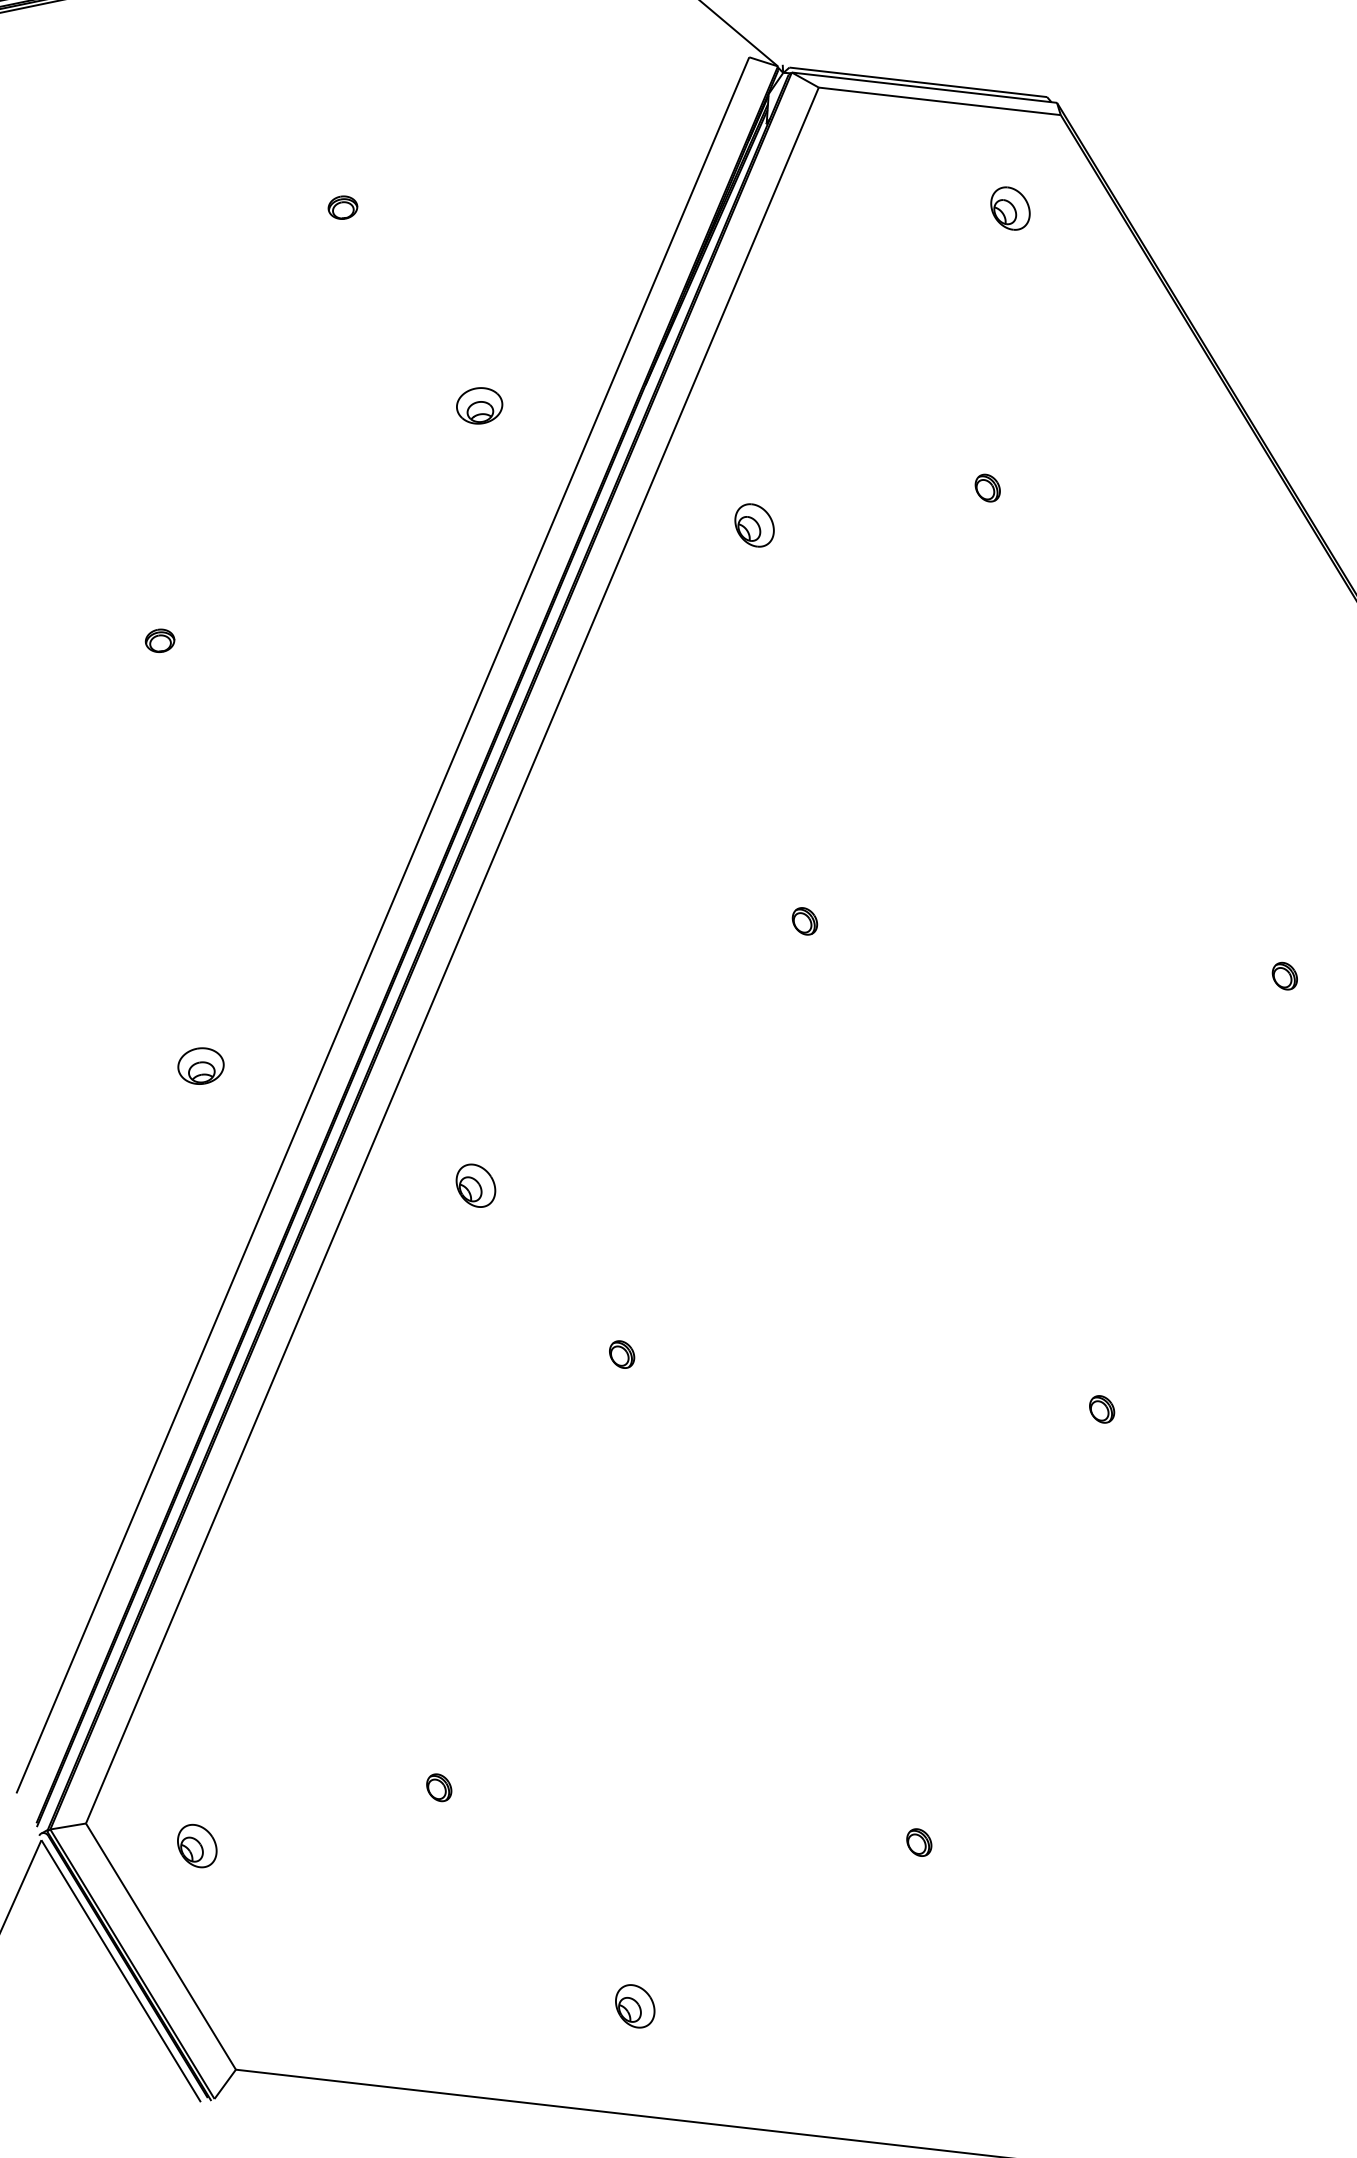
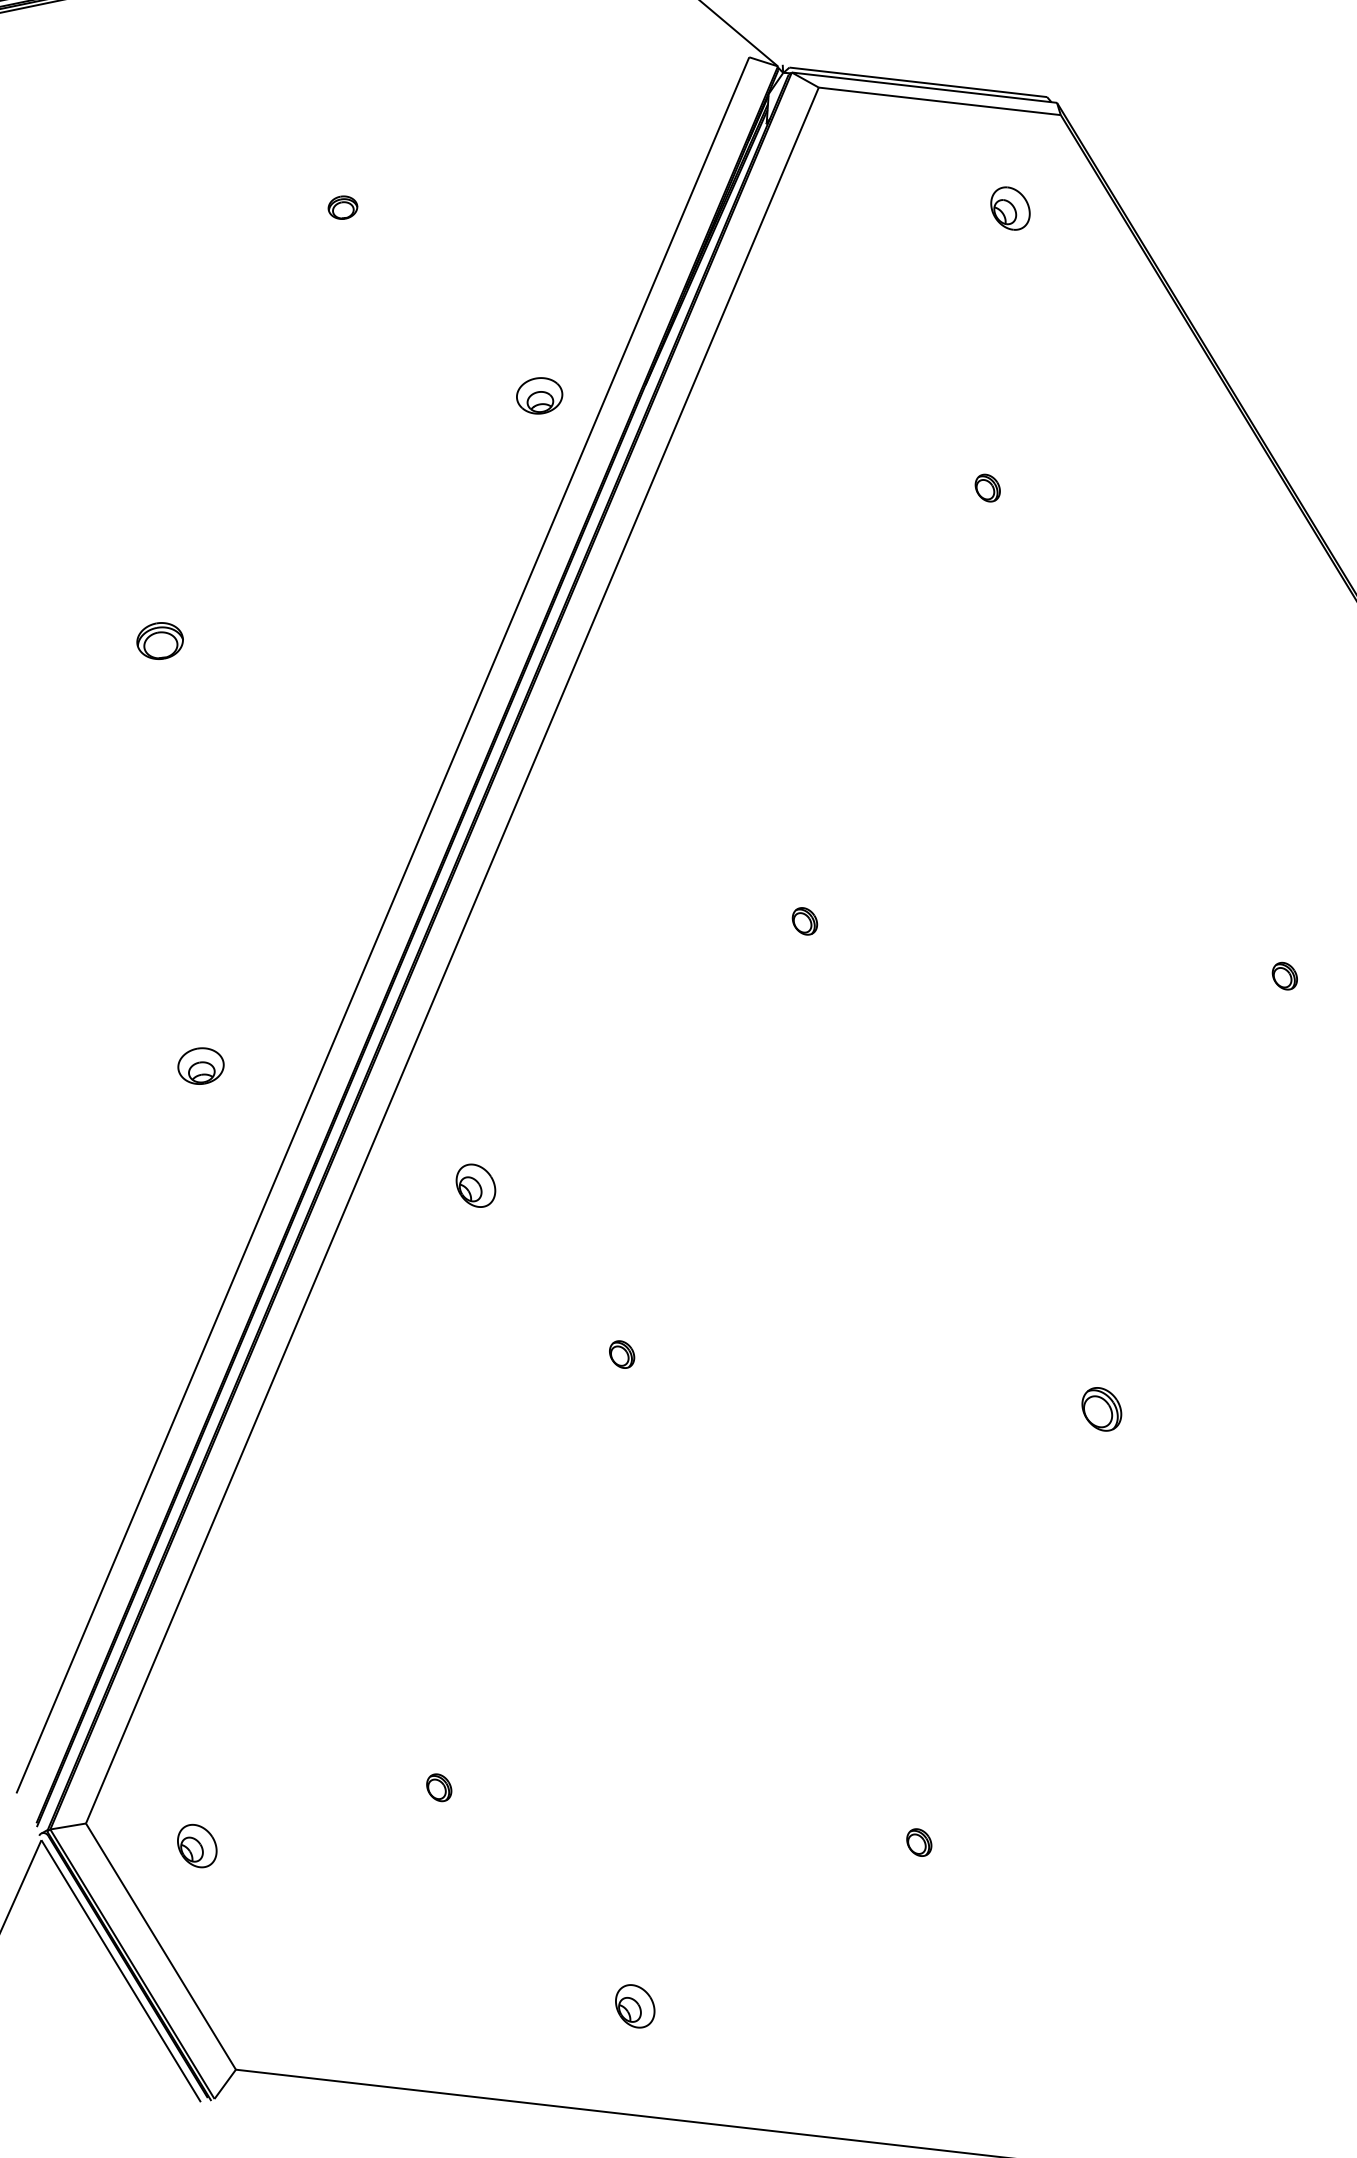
part at (479, 405) position: (479, 405) -> (539, 395)
part at (754, 525): present -> none
part at (159, 640) size: 32x25 px -> 48x38 px
part at (1102, 1409) size: 27x29 px -> 42x45 px
